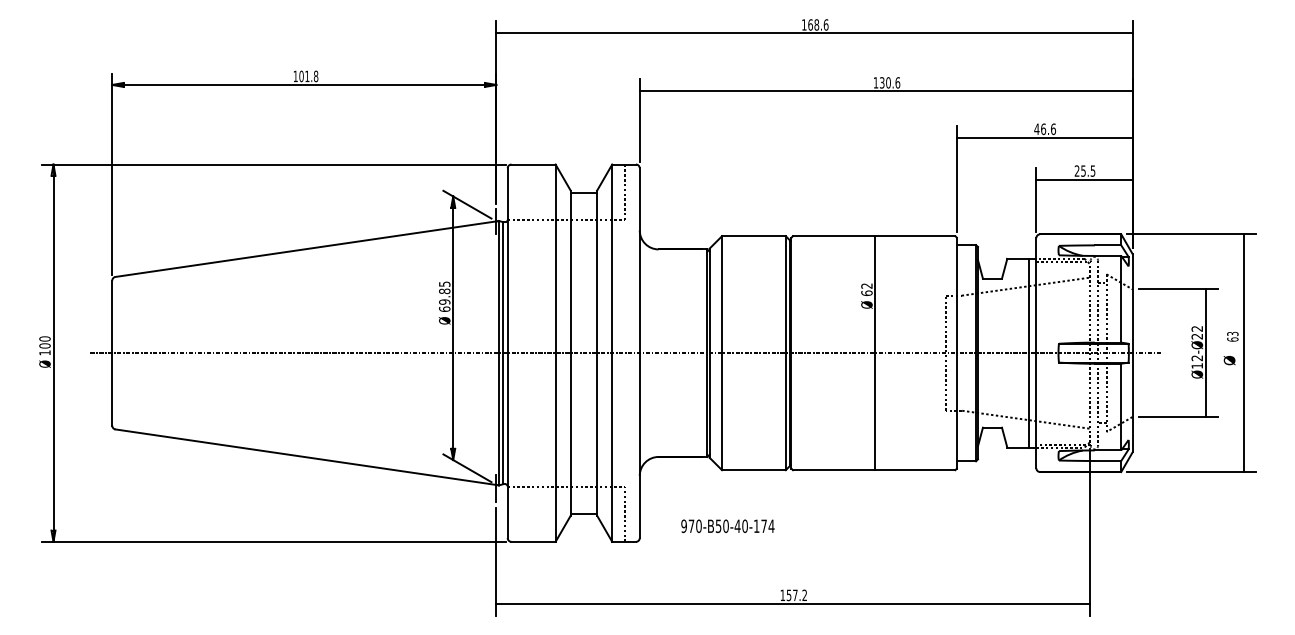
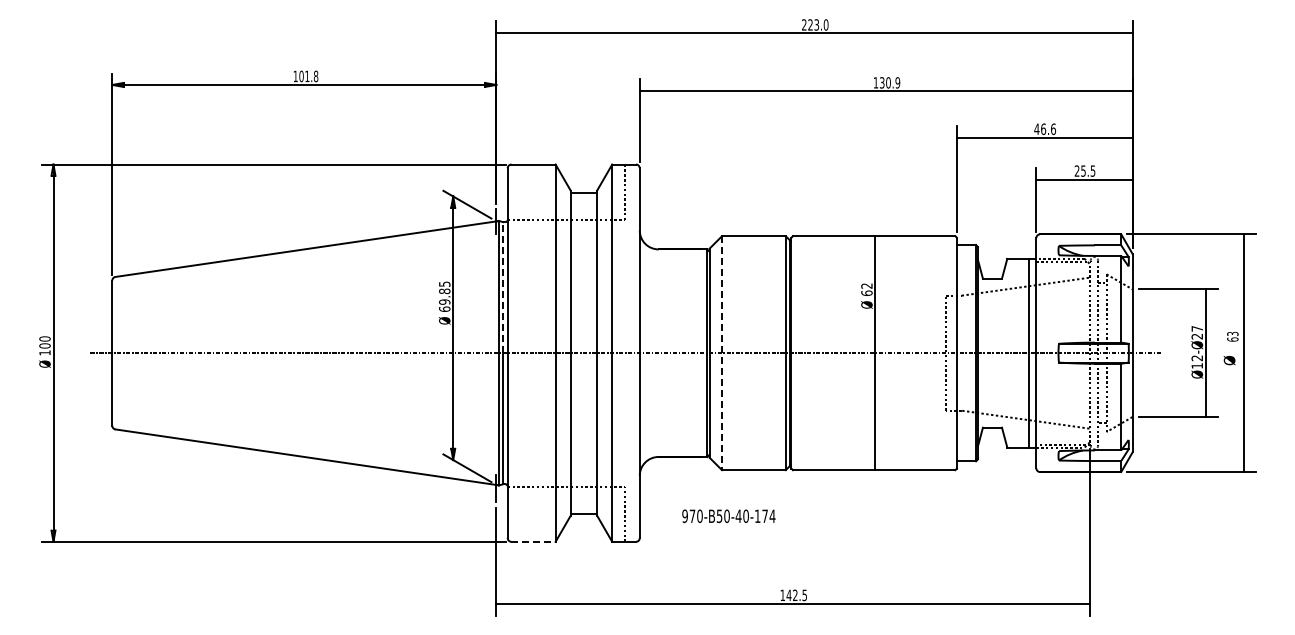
text at (815, 24): 168.6 -> 223.0
text at (897, 82): 130.6 -> 130.9
line at (503, 287): solid -> dashed
text at (1196, 328): Ø12-Ø22 -> Ø12-Ø27
line at (722, 353): solid -> dashed
text at (727, 526) position: (727, 526) -> (728, 516)
line at (534, 541): solid -> dashed
text at (796, 595): 157.2 -> 142.5
